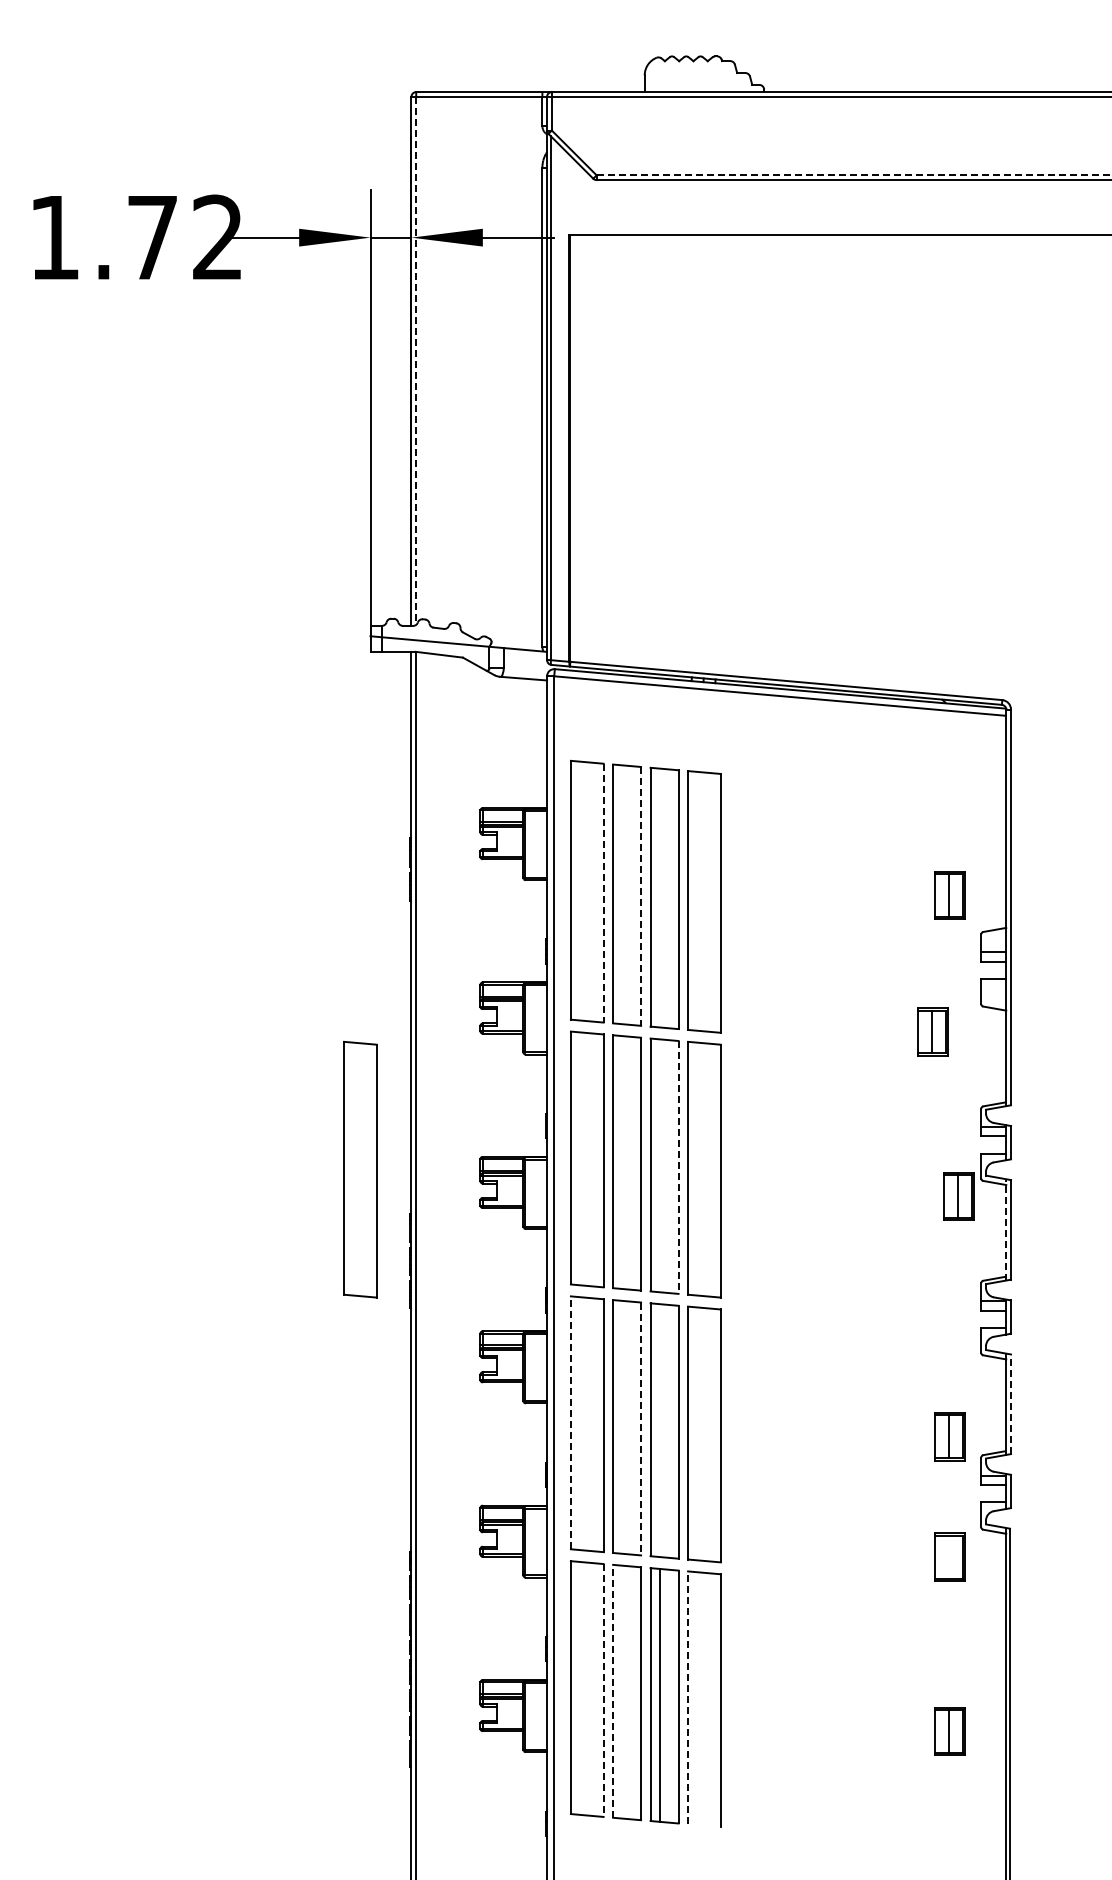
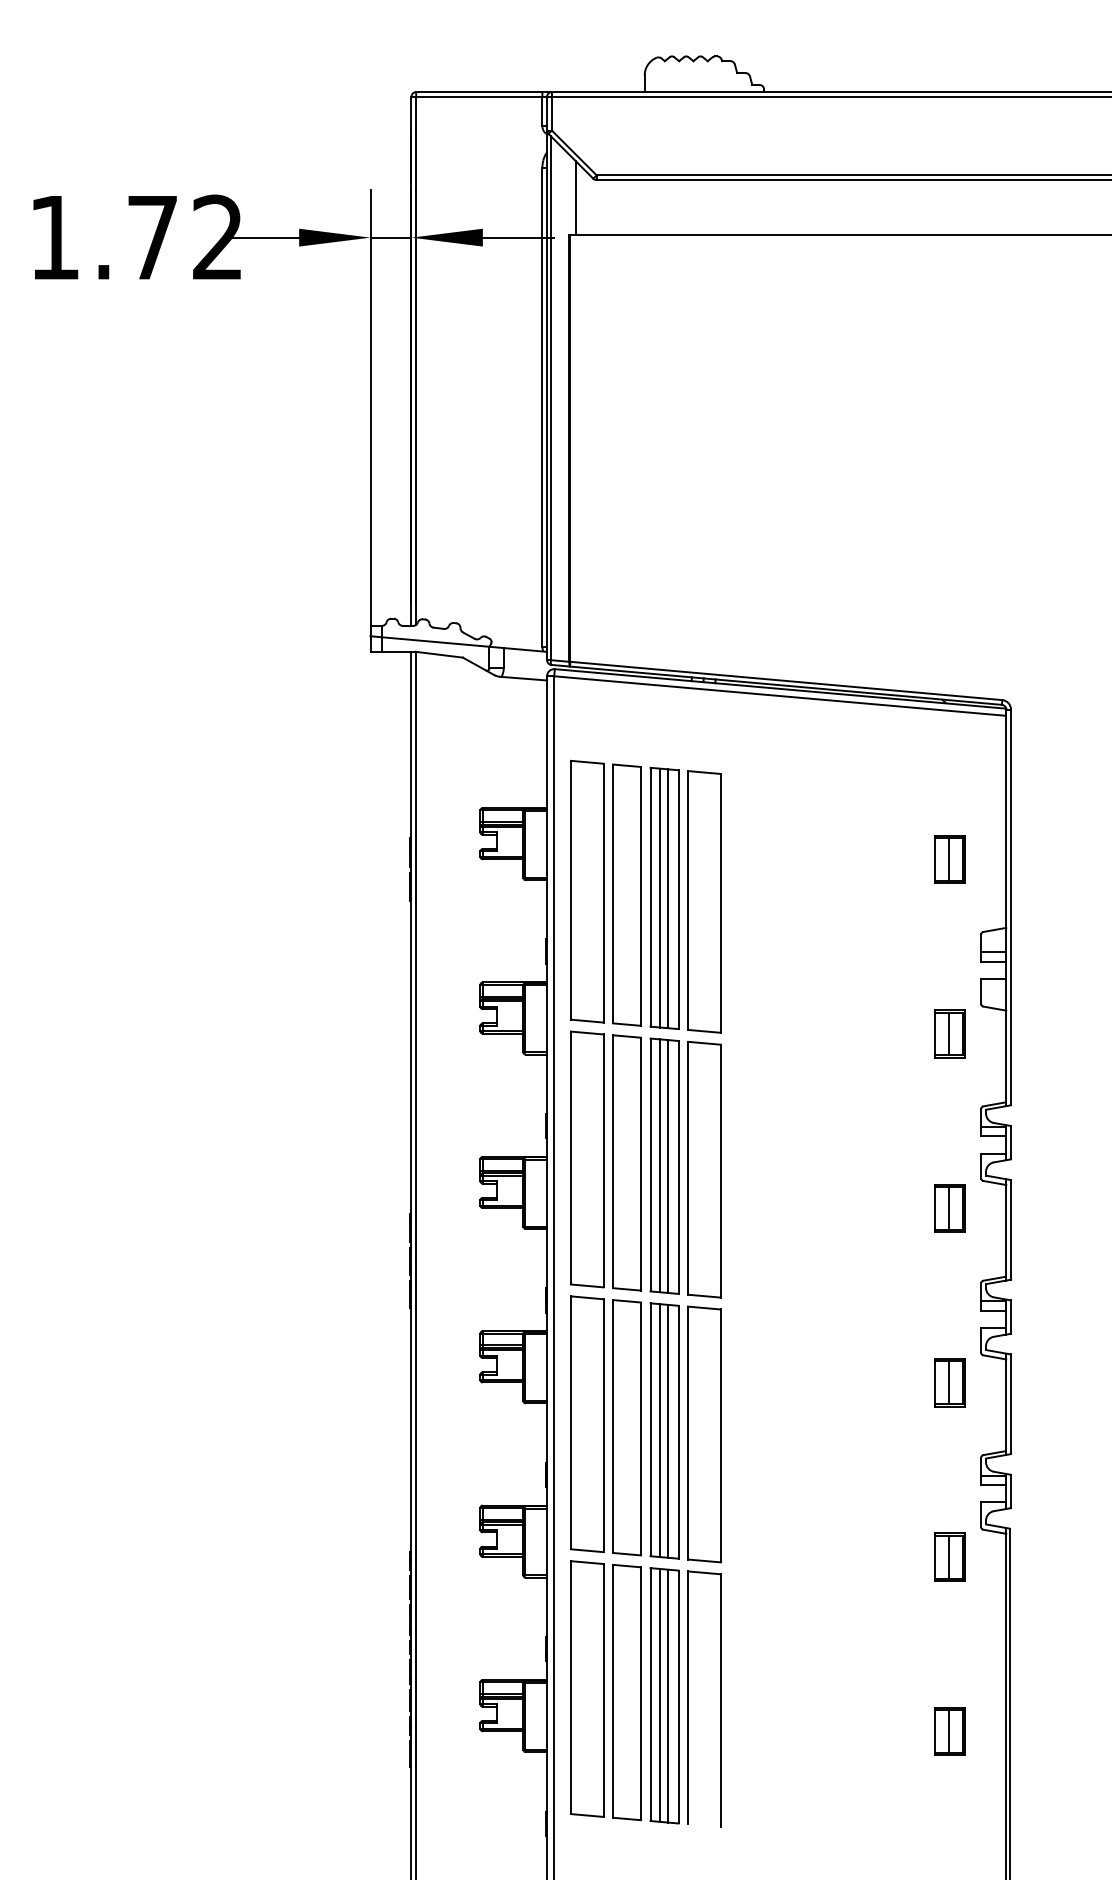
line at (854, 175): dashed -> solid
line at (575, 197): none -> present
line at (416, 361): dashed -> solid
line at (603, 893): dashed -> solid
part at (949, 895) position: (949, 895) -> (949, 859)
line at (641, 896): dashed -> solid
line at (660, 897): none -> present
line at (668, 898): none -> present
part at (932, 1031) position: (932, 1031) -> (949, 1033)
line at (660, 1165): none -> present
line at (668, 1166): none -> present
line at (678, 1167): dashed -> solid
part at (360, 1169): present -> none
part at (958, 1196) position: (958, 1196) -> (949, 1208)
line at (1006, 1229): dashed -> solid
line at (1011, 1404): dashed -> solid
line at (570, 1422): dashed -> solid
line at (641, 1429): dashed -> solid
line at (660, 1430): none -> present
line at (668, 1430): none -> present
part at (949, 1436) position: (949, 1436) -> (949, 1382)
line at (949, 1556): none -> present
line at (613, 1690): dashed -> solid
line at (603, 1691): dashed -> solid
line at (668, 1695): none -> present
line at (688, 1697): dashed -> solid
